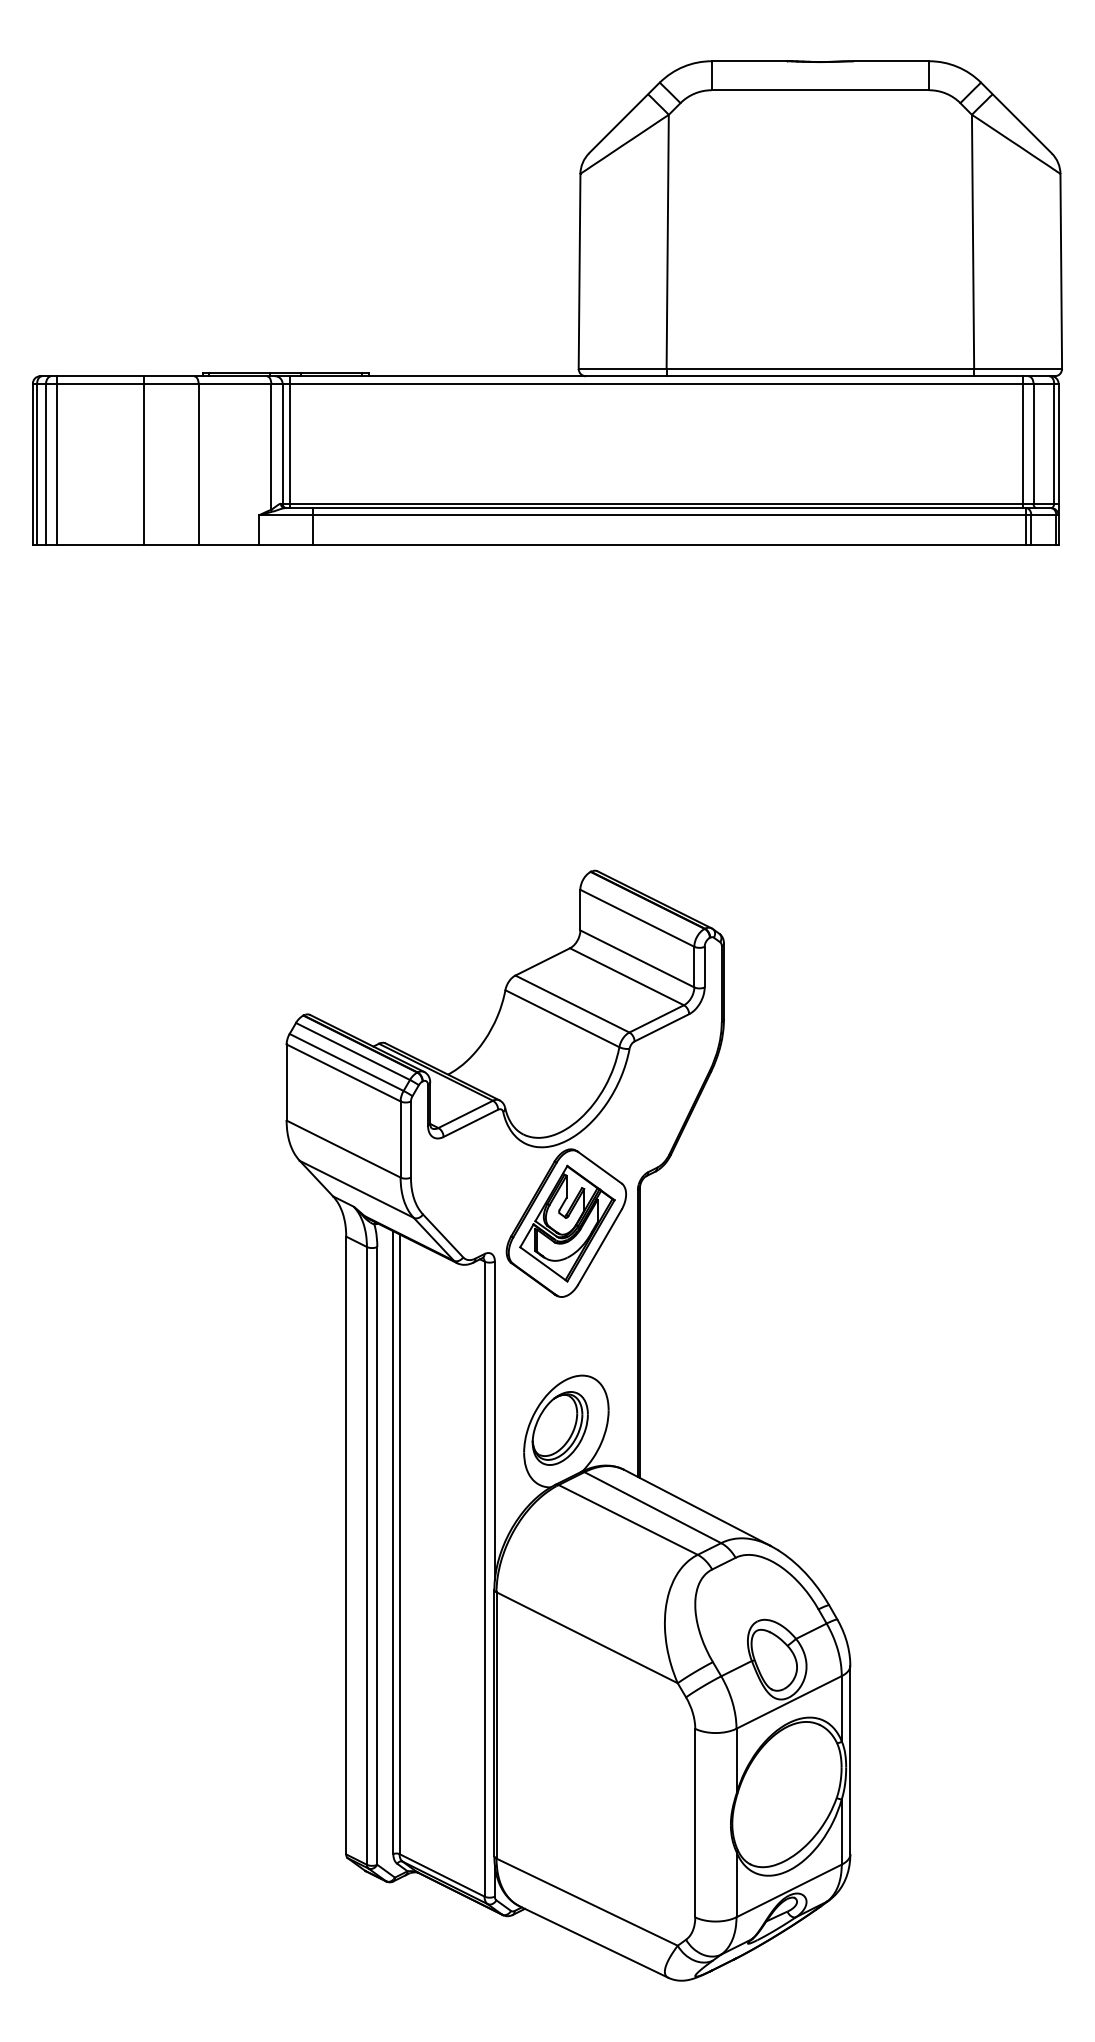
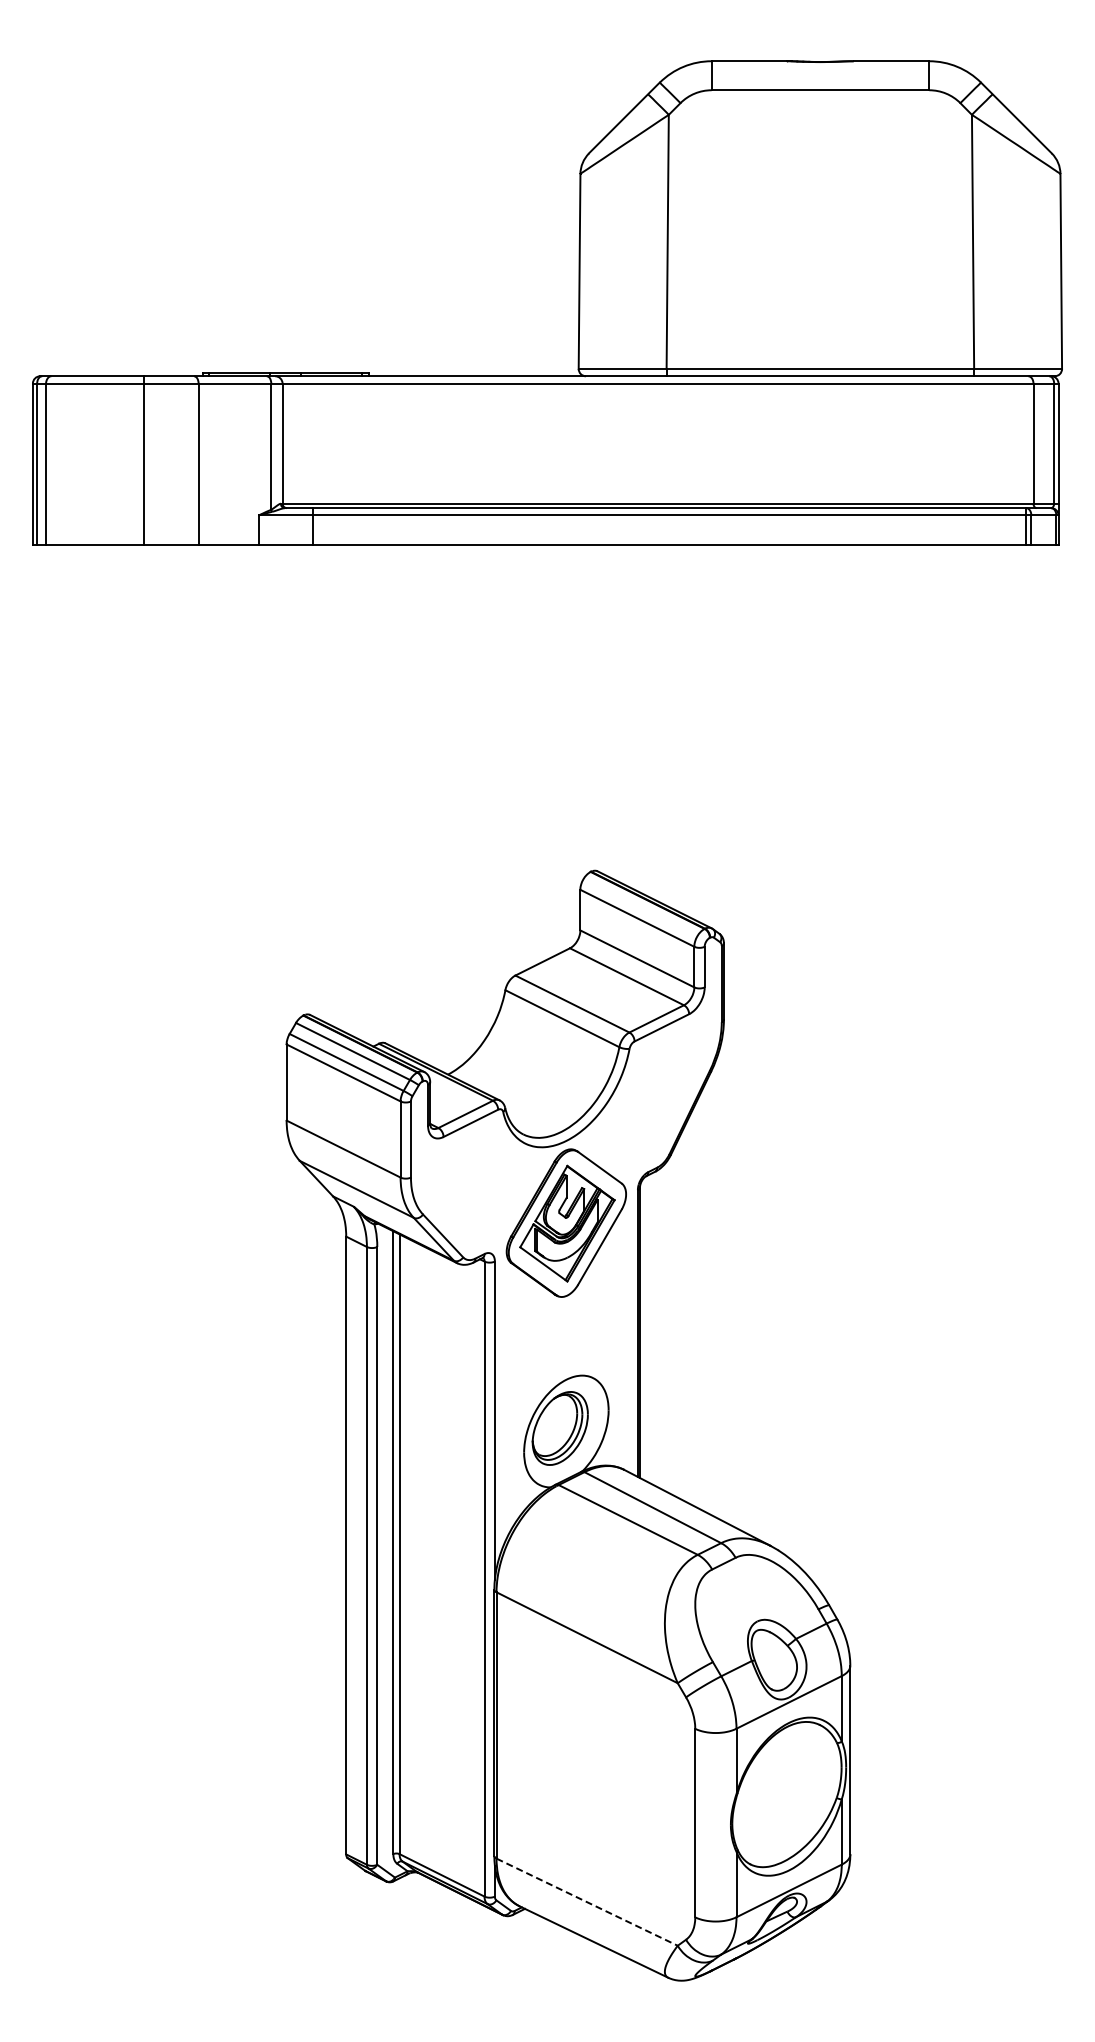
line at (289, 442): present -> none
line at (1023, 442): present -> none
line at (56, 460): present -> none
line at (587, 1902): solid -> dashed
